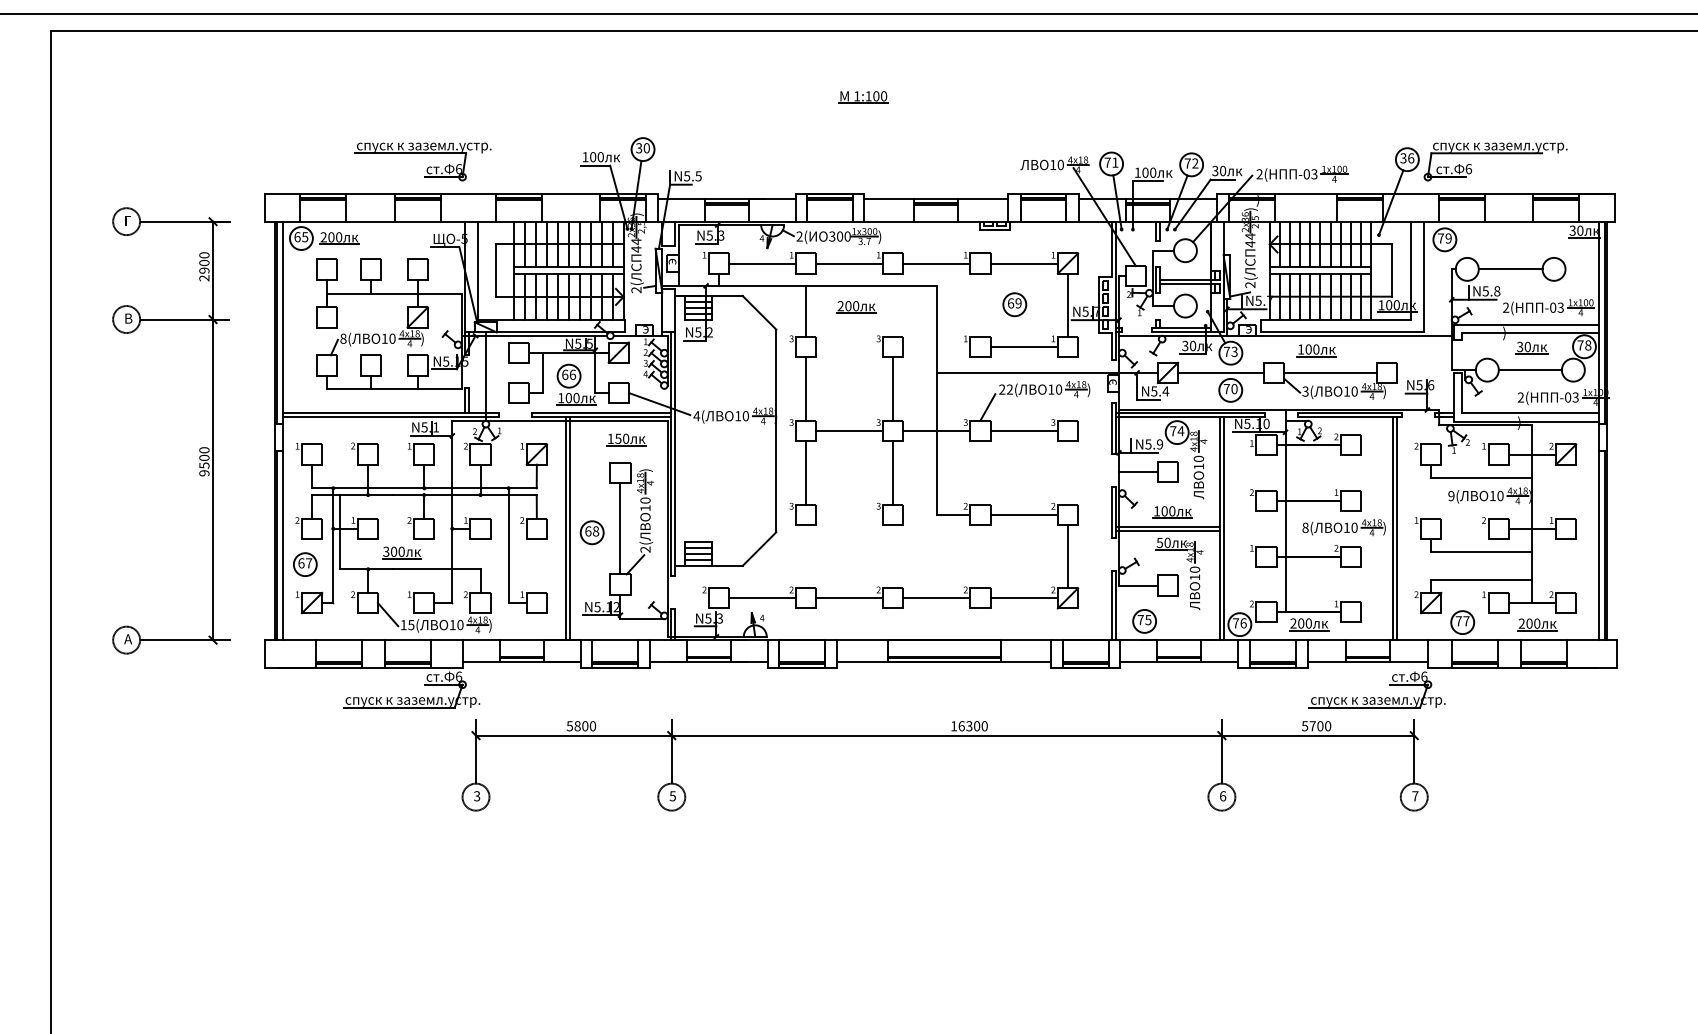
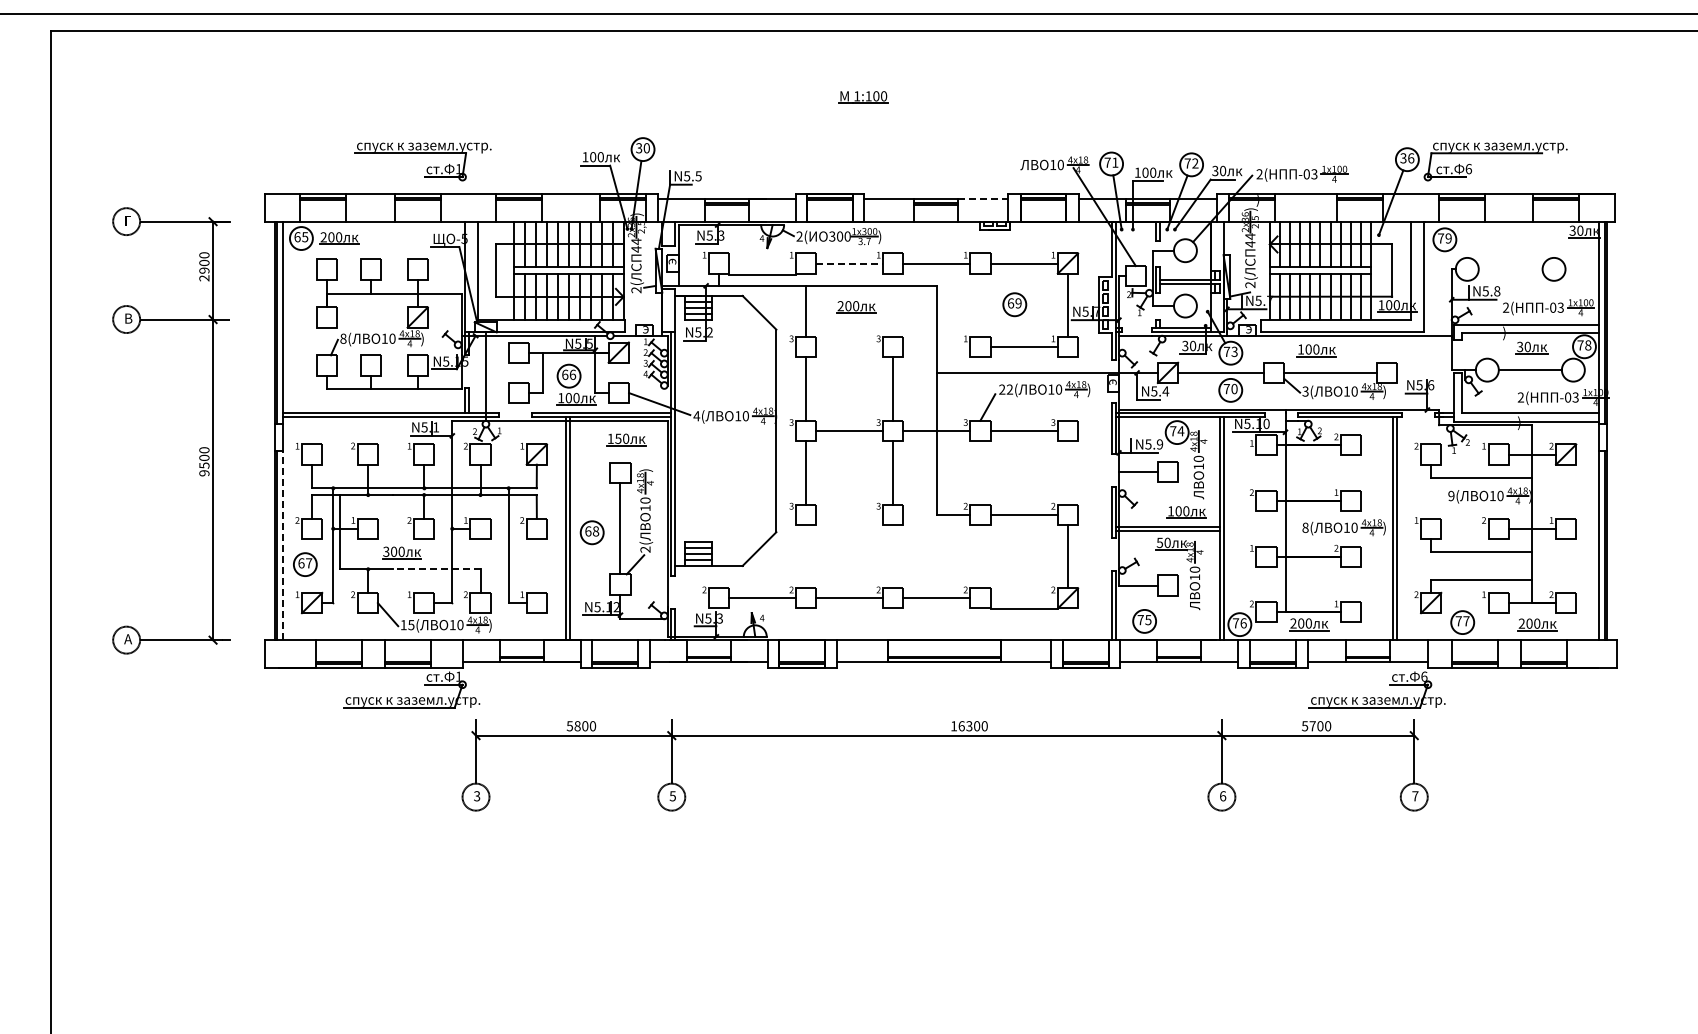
text at (459, 169): 6 -> 1
line at (983, 199): solid -> dashed
line at (762, 263) position: (762, 263) -> (762, 274)
line at (850, 263): solid -> dashed
line at (1510, 269): present -> none
part at (1172, 512) position: (1172, 512) -> (1186, 512)
line at (283, 545): solid -> dashed
line at (436, 569): solid -> dashed
line at (1023, 598) position: (1023, 598) -> (1023, 609)
text at (459, 676): 6 -> 1
